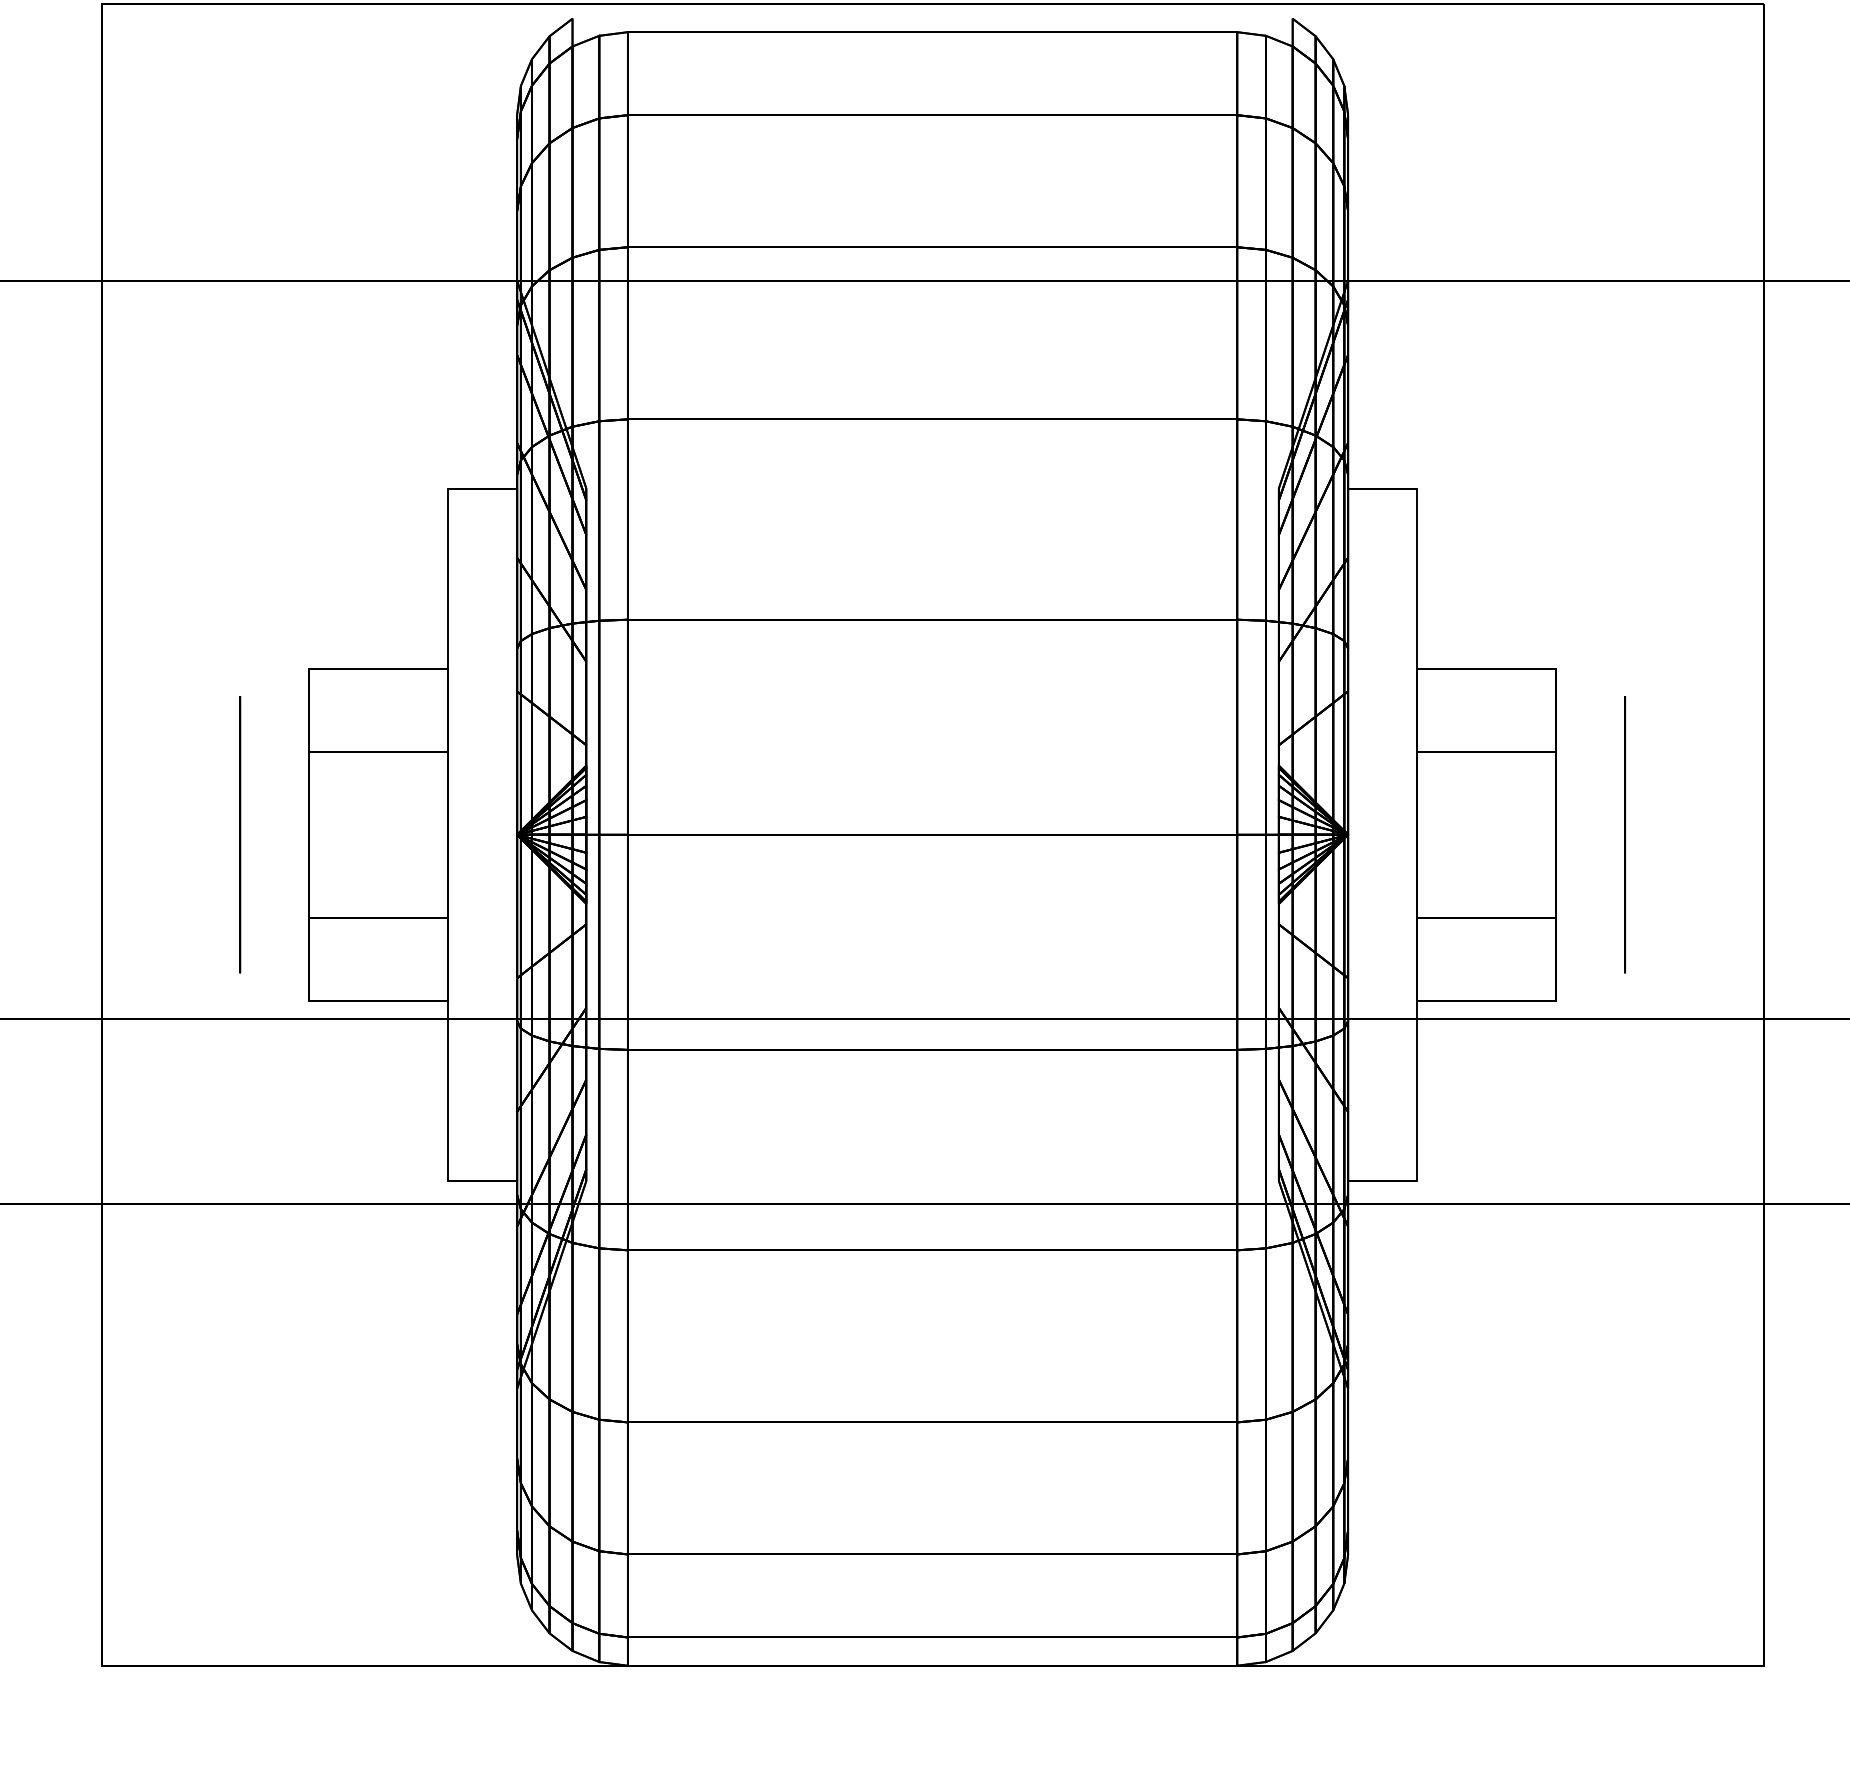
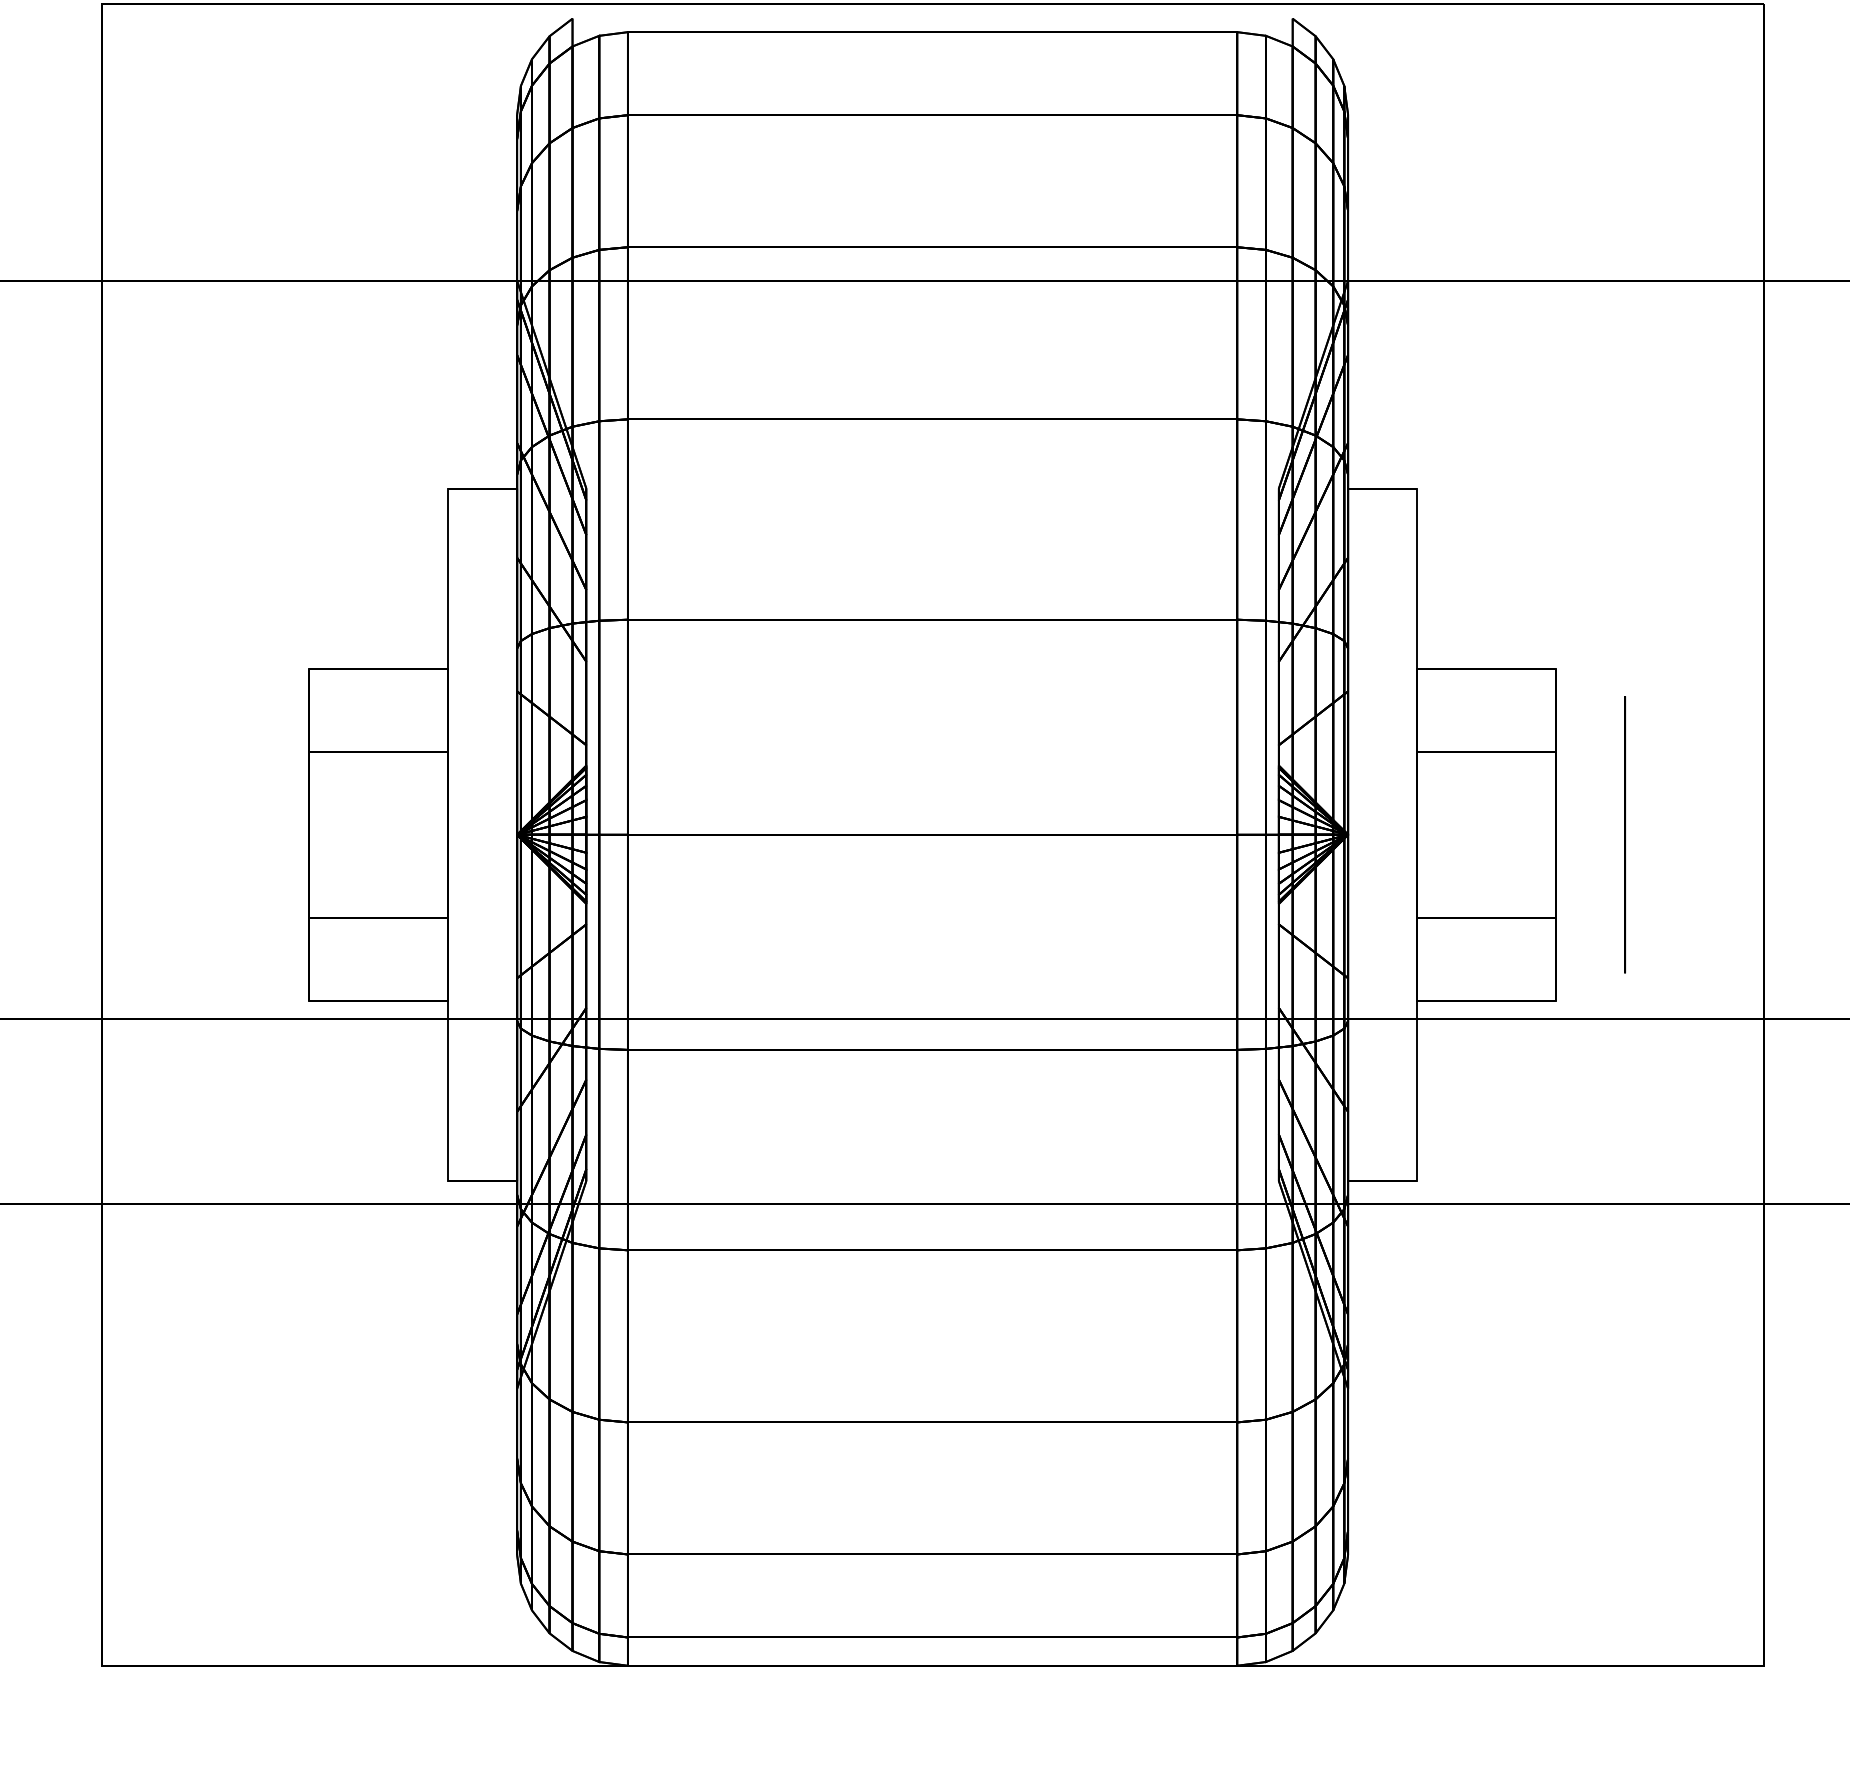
circle at (240, 834): present -> none
